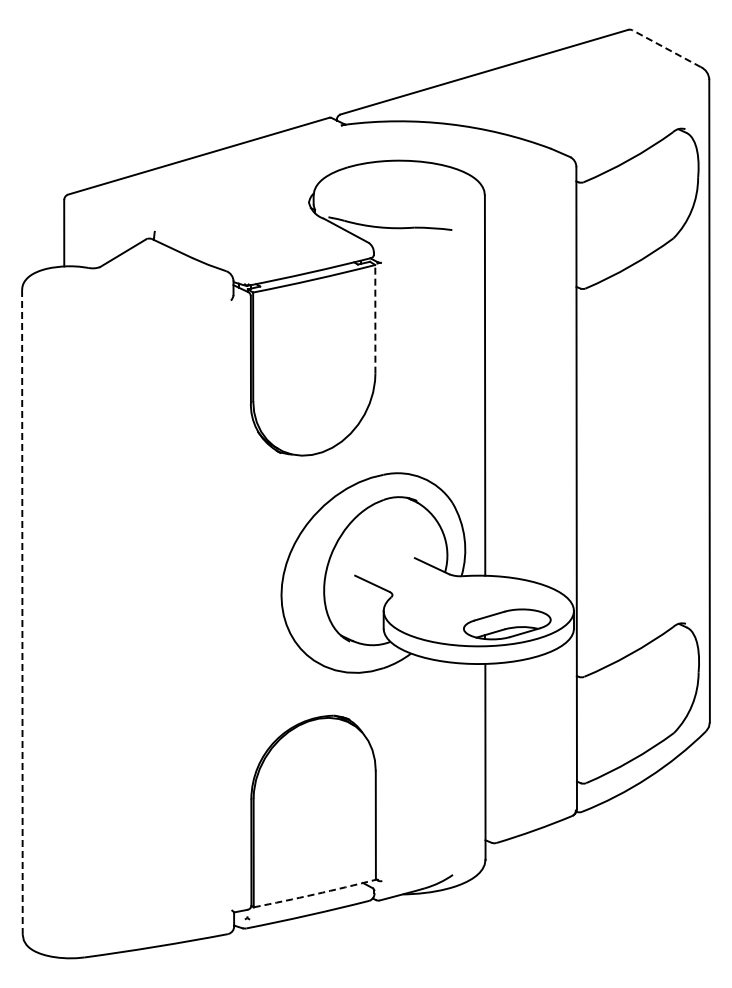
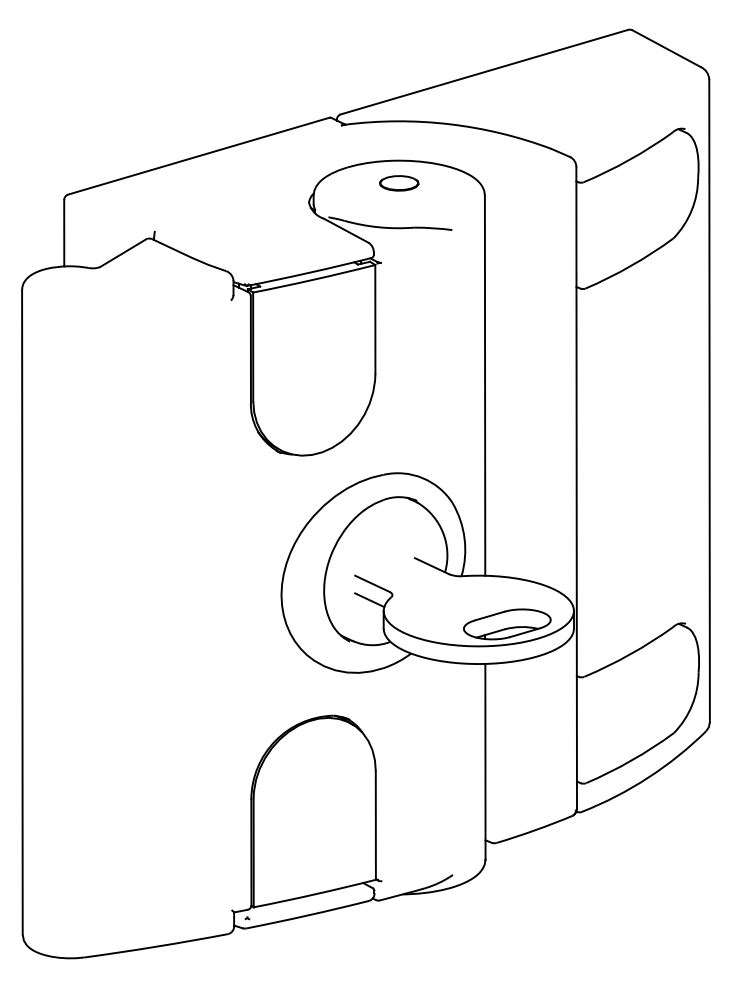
line at (666, 48): dashed -> solid
part at (399, 183): none -> present
line at (375, 318): dashed -> solid
line at (369, 600): none -> present
line at (22, 612): dashed -> solid
arc at (315, 894): dashed -> solid
